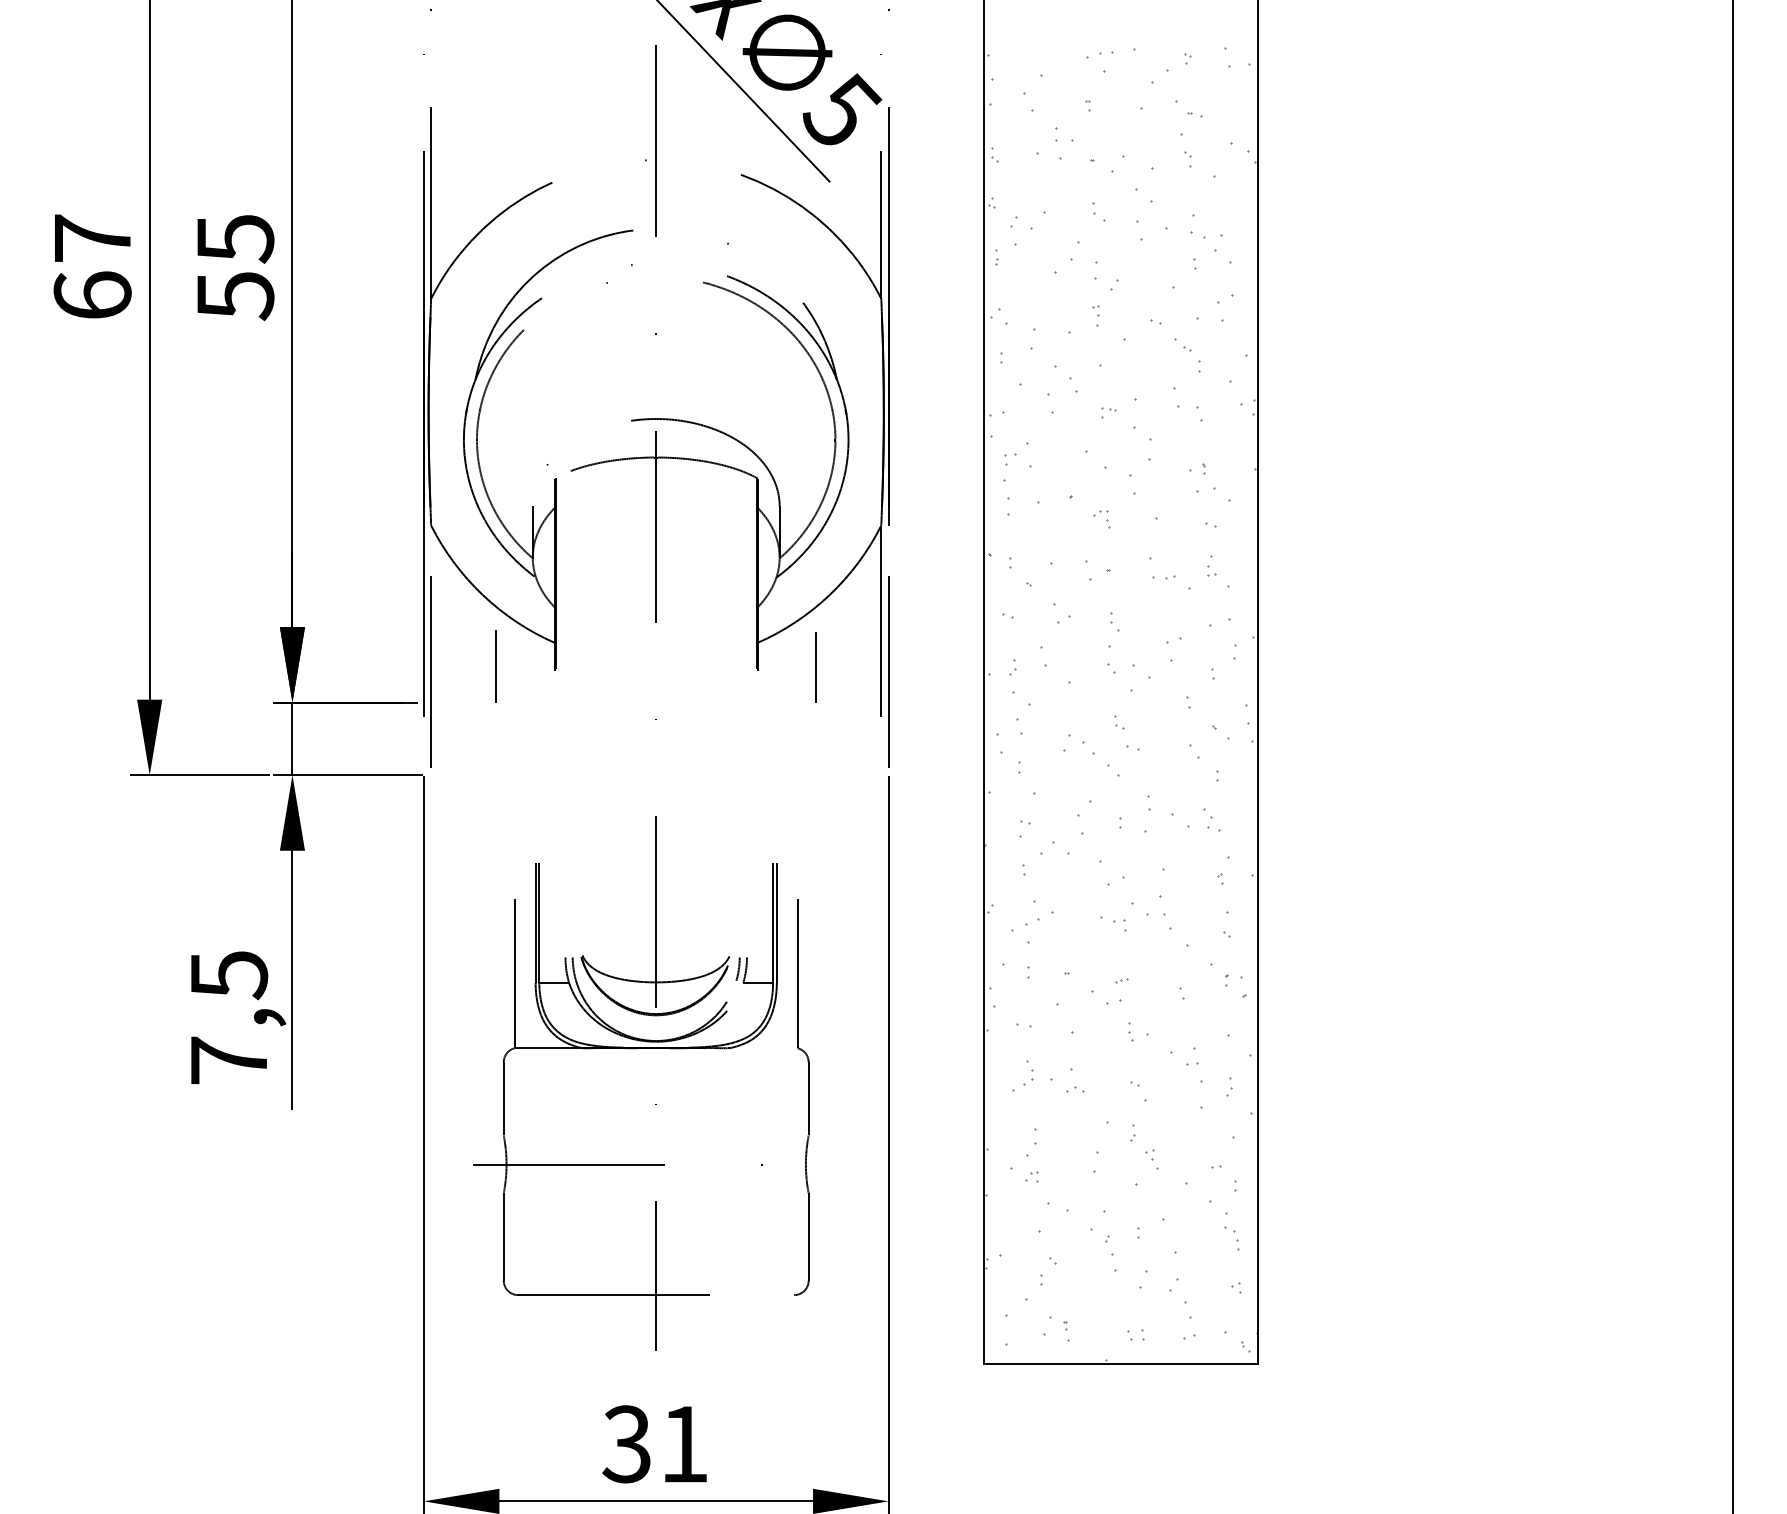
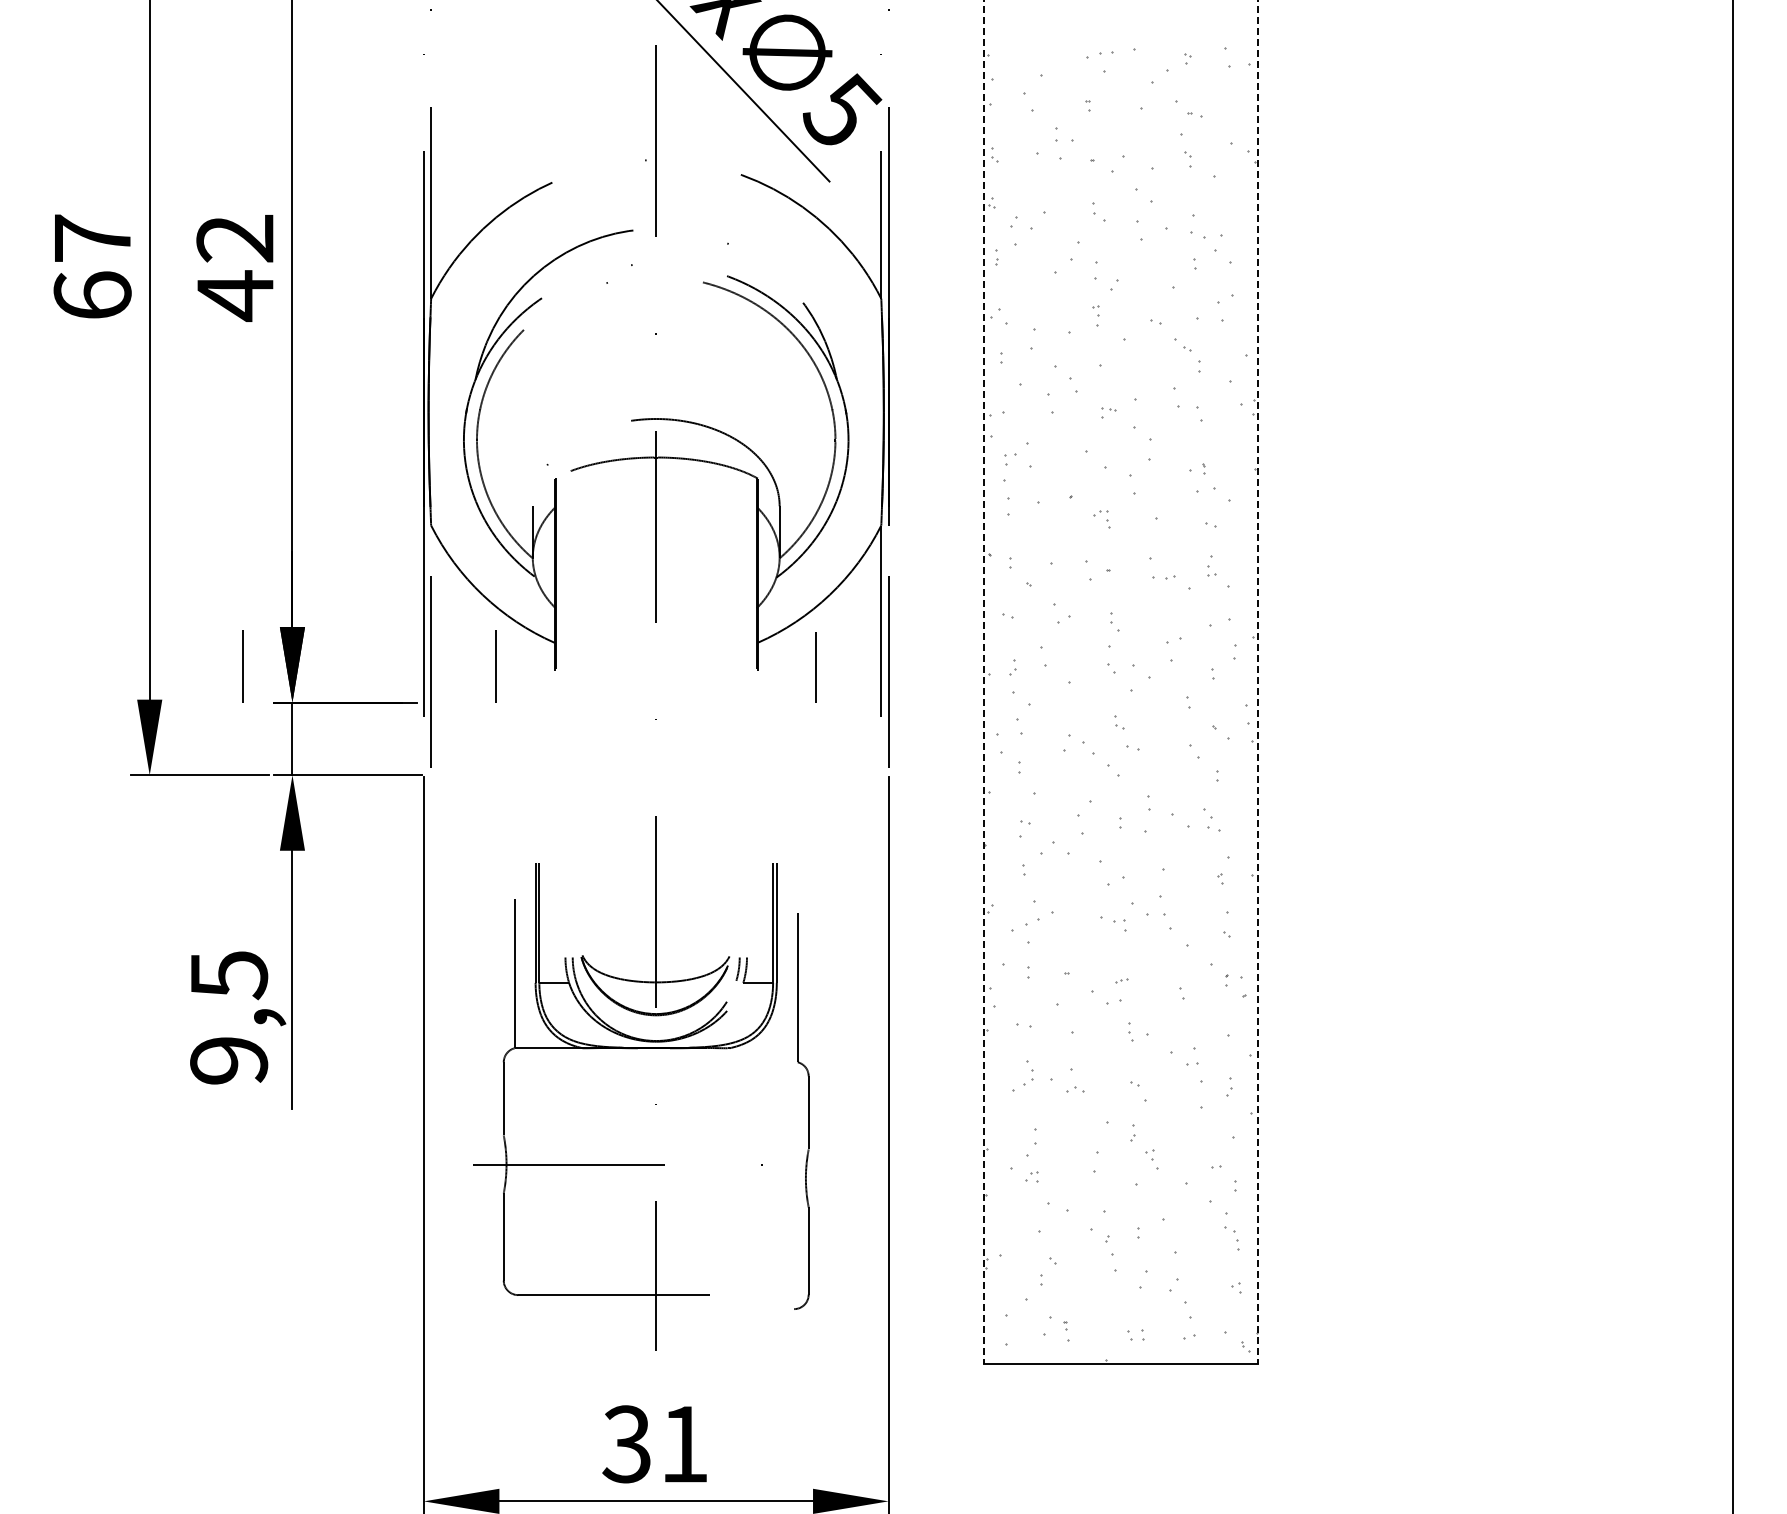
text at (235, 268): 55 -> 42
line at (242, 666): none -> present
line at (983, 682): solid -> dashed
line at (1257, 682): solid -> dashed
text at (229, 1060): 7,5 -> 9,5
part at (808, 1097) position: (808, 1097) -> (808, 1111)
